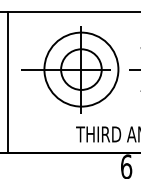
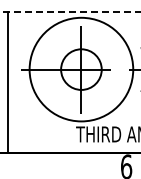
line at (70, 11): solid -> dashed
circle at (81, 69) diameter: 74 px -> 104 px
